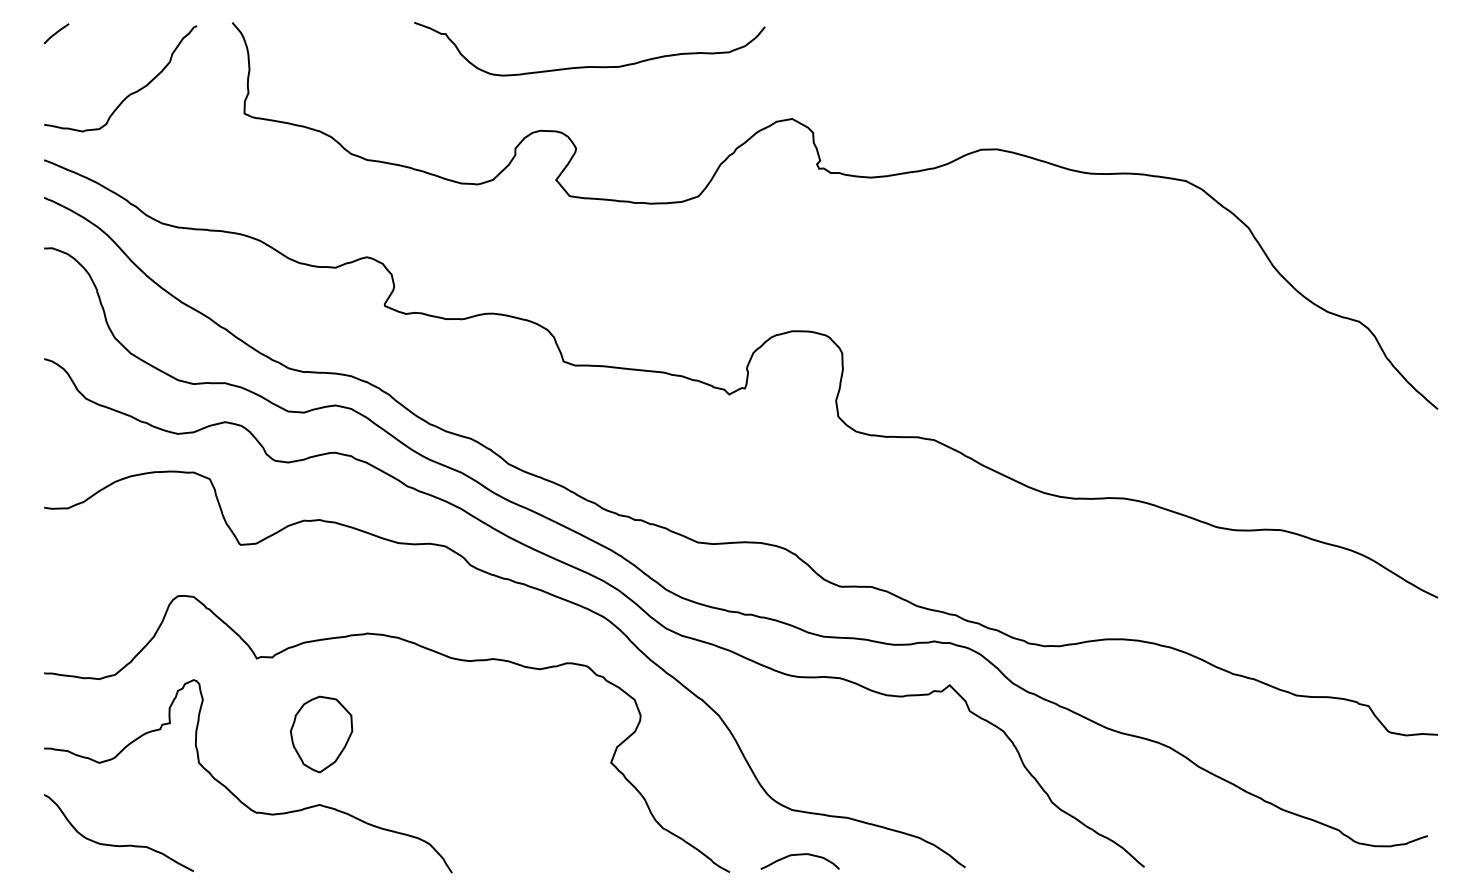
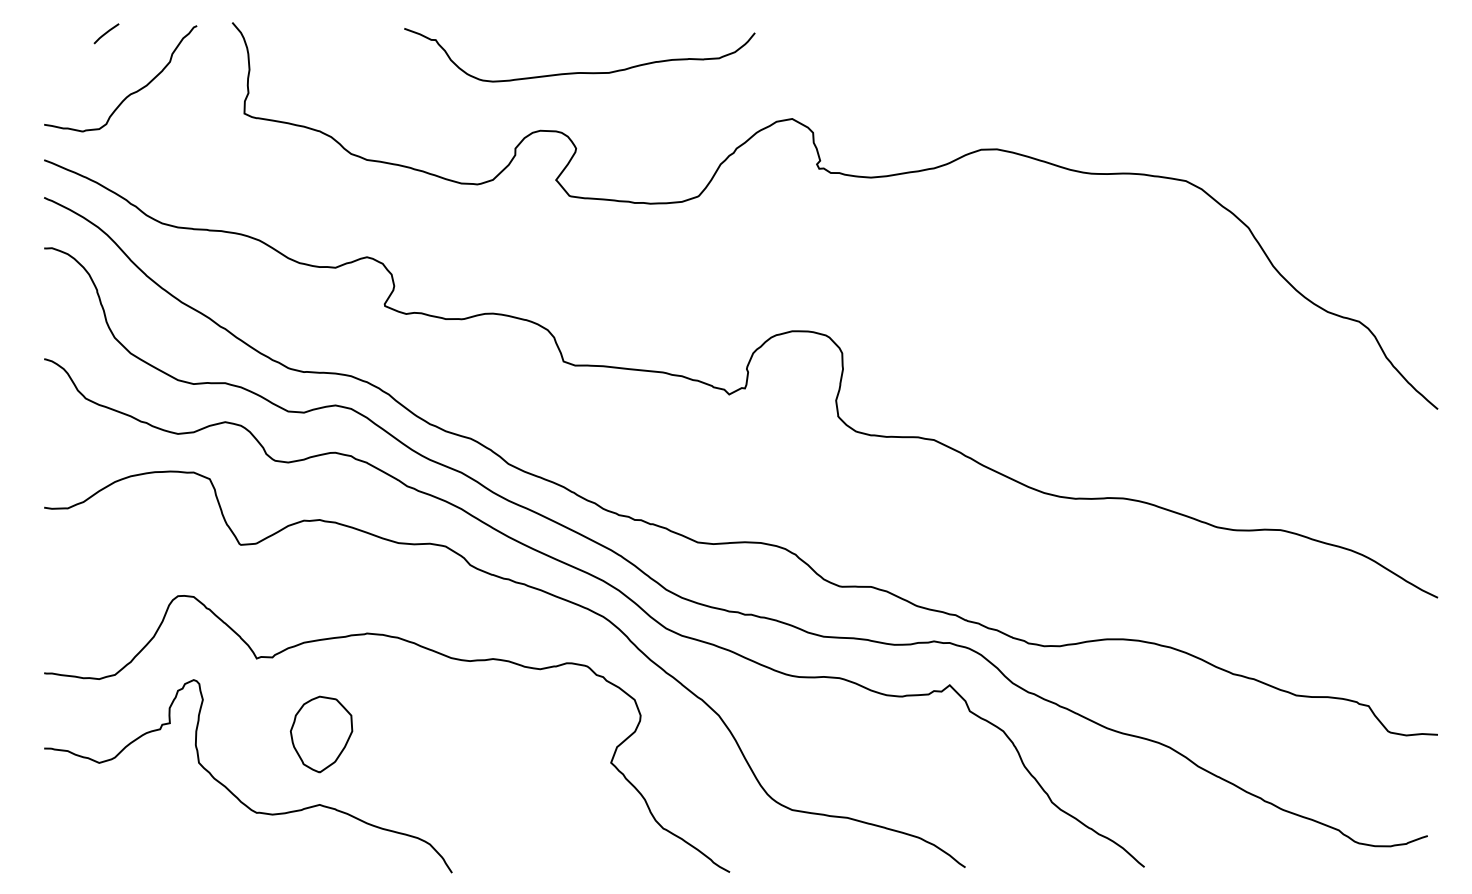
line at (56, 33) position: (56, 33) -> (106, 33)
curve at (589, 66) position: (589, 66) -> (579, 72)
curve at (114, 844): present -> none
curve at (799, 855): present -> none
